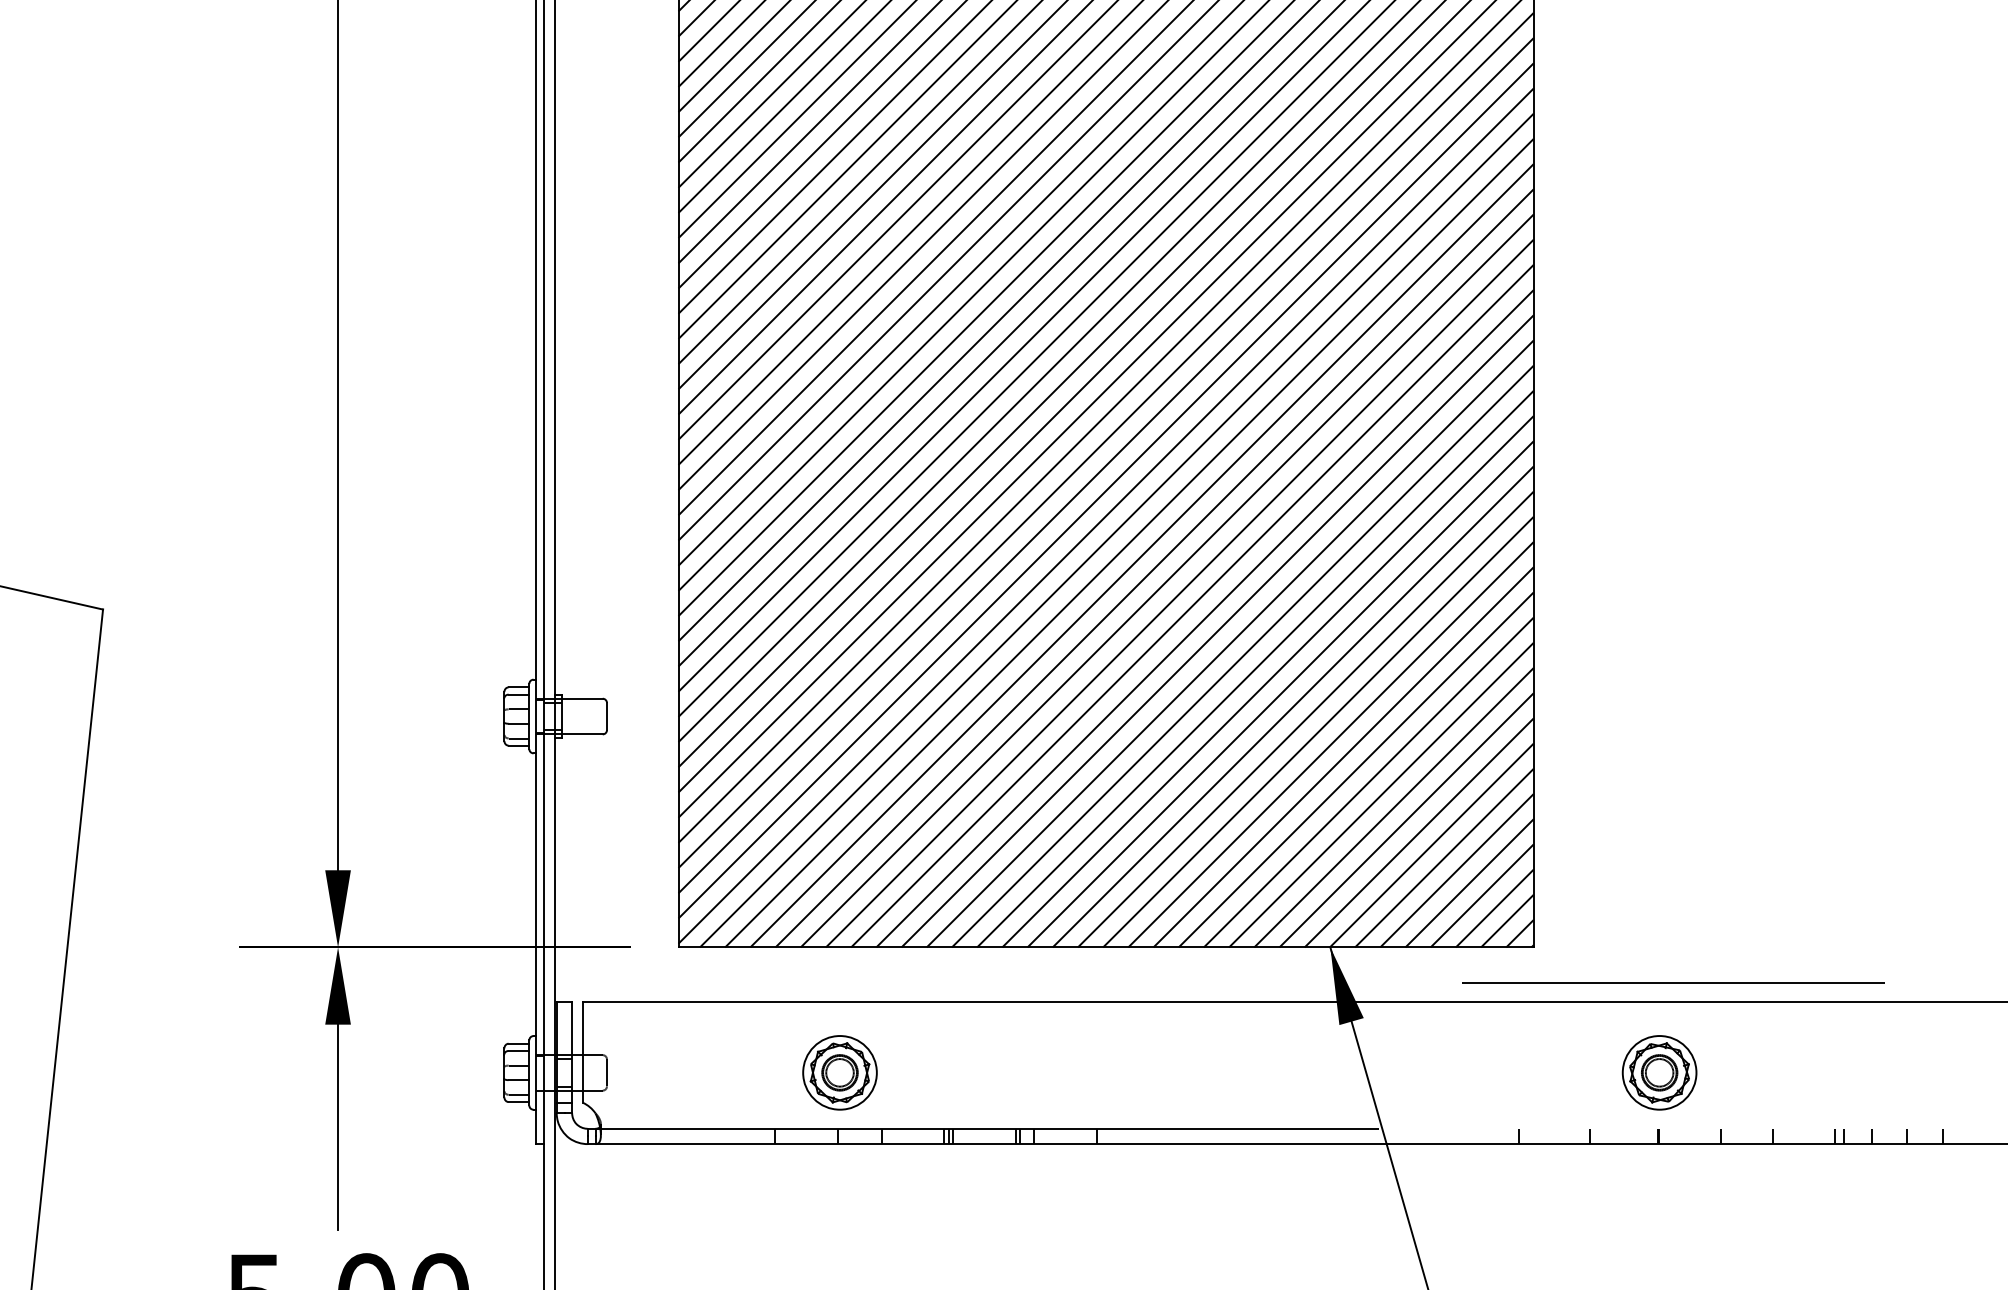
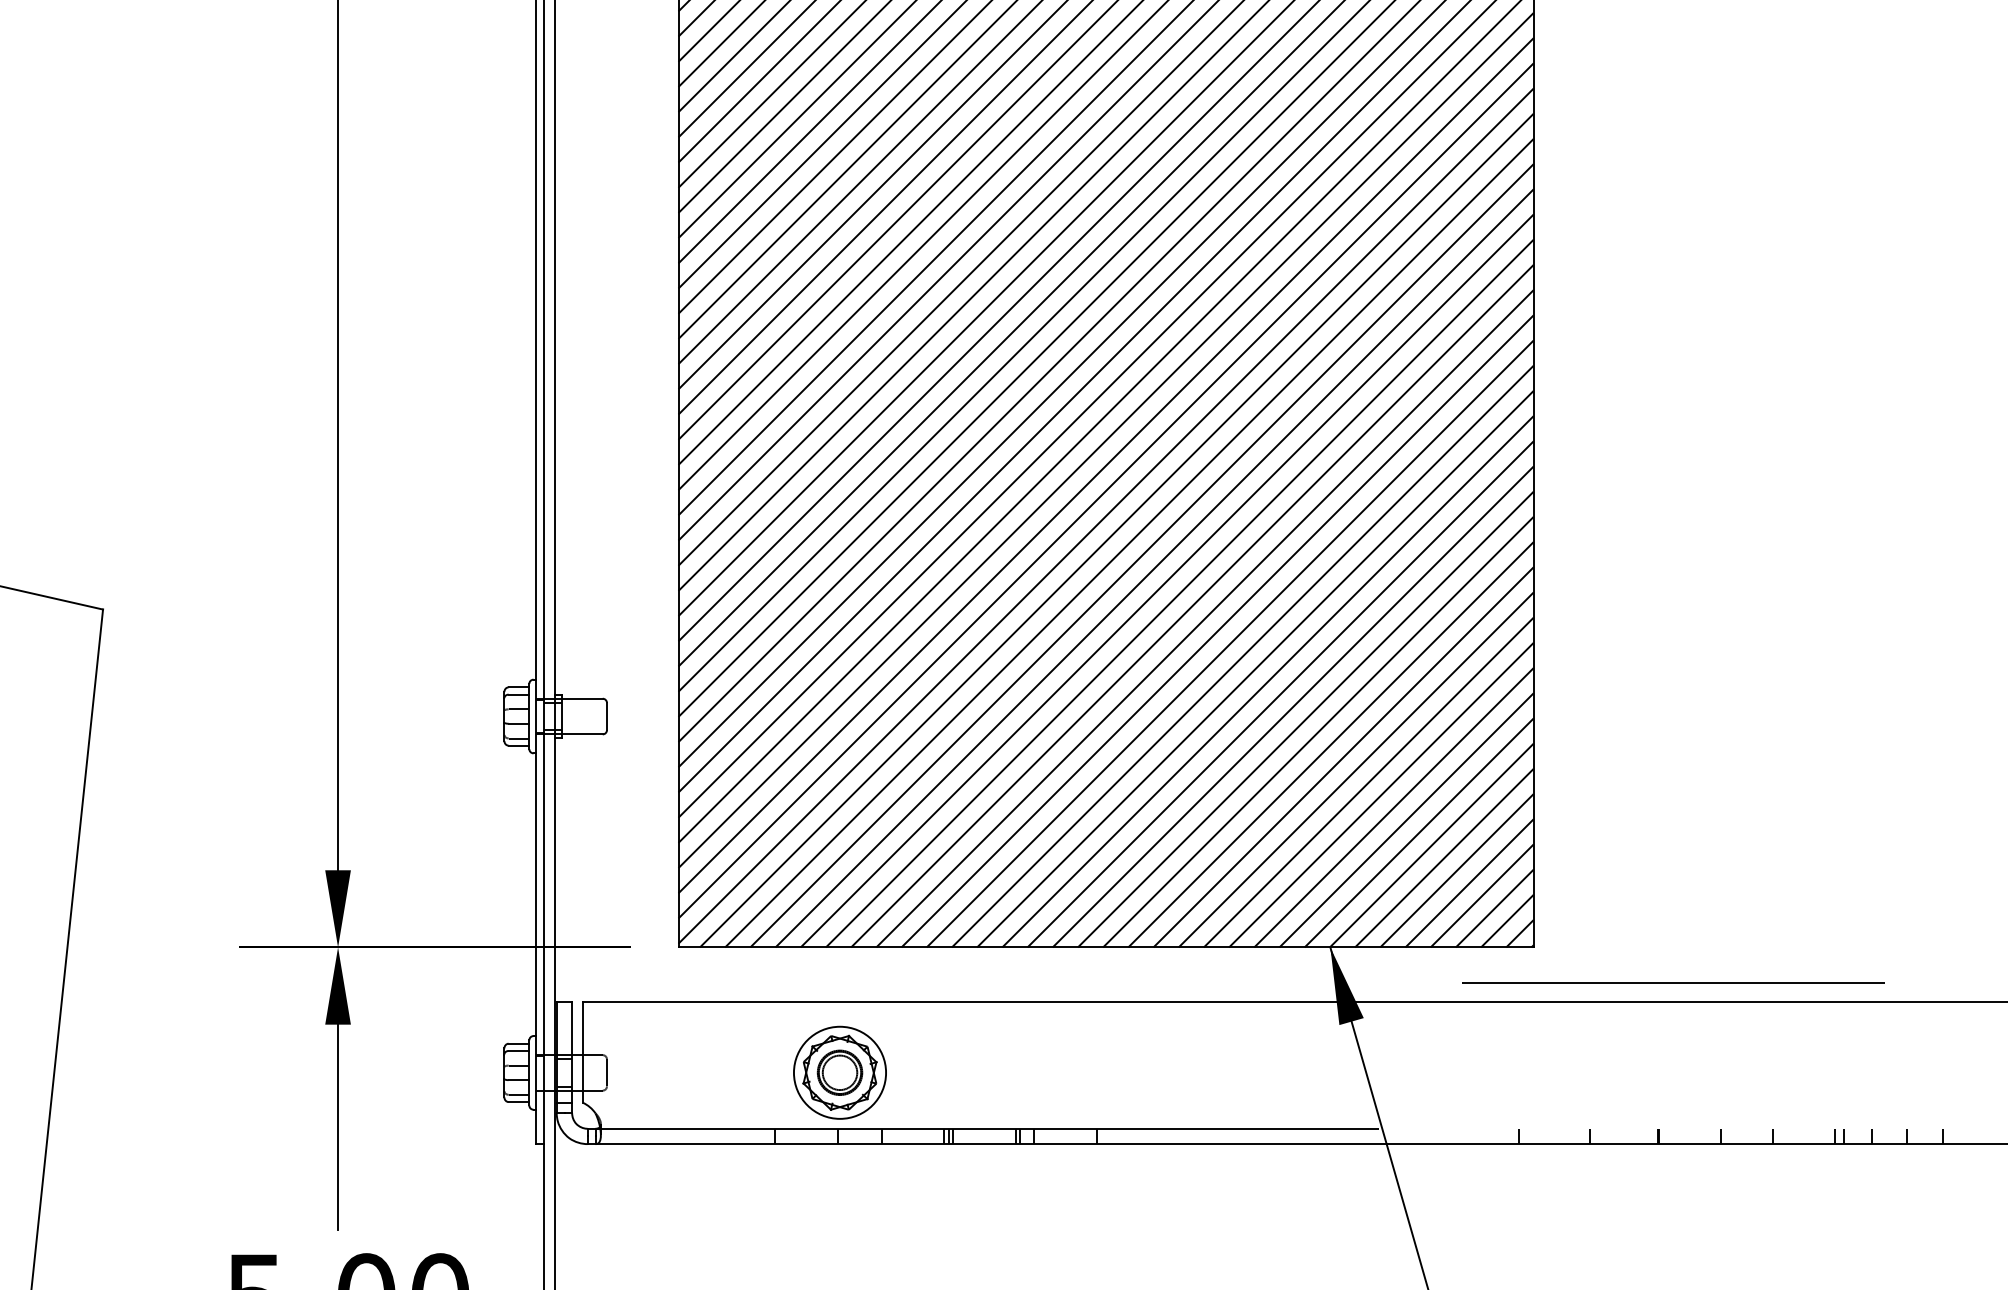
part at (839, 1072) size: 76x76 px -> 94x95 px
part at (1659, 1072): present -> none
